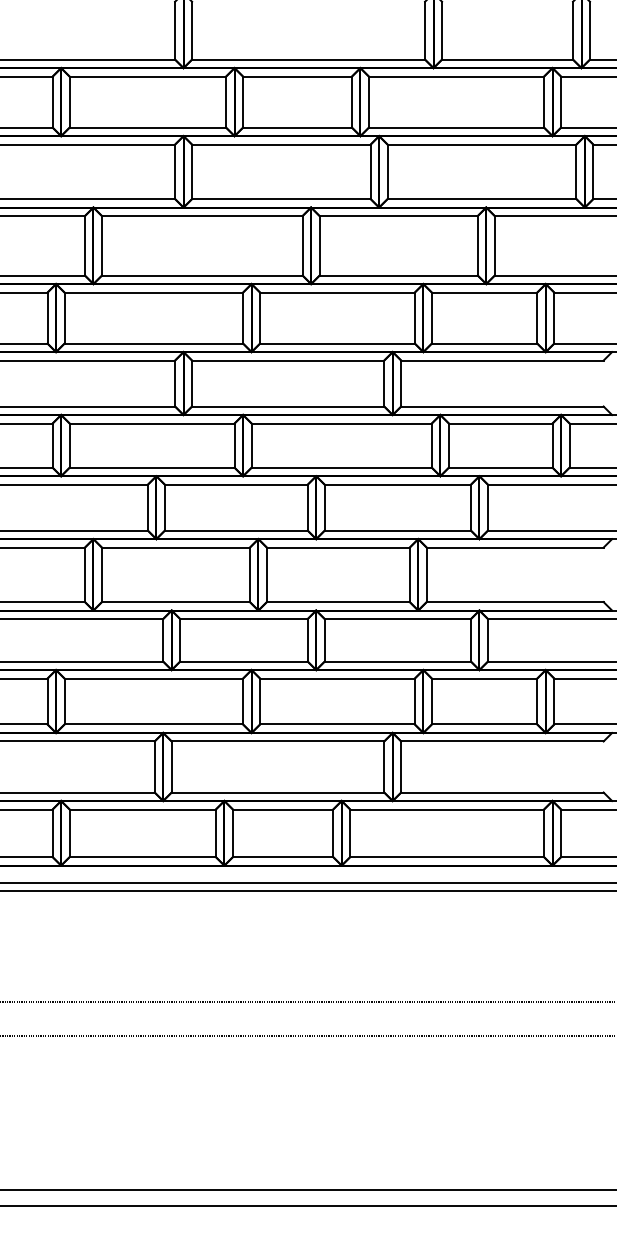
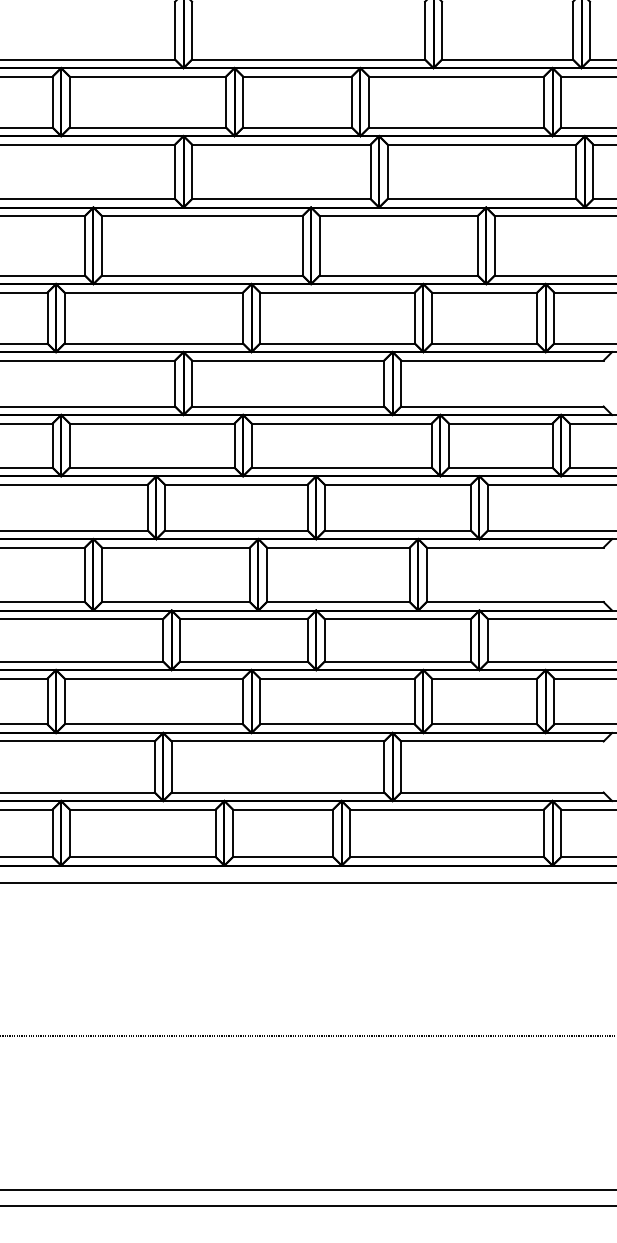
line at (307, 891): present -> none
line at (307, 1001): present -> none
